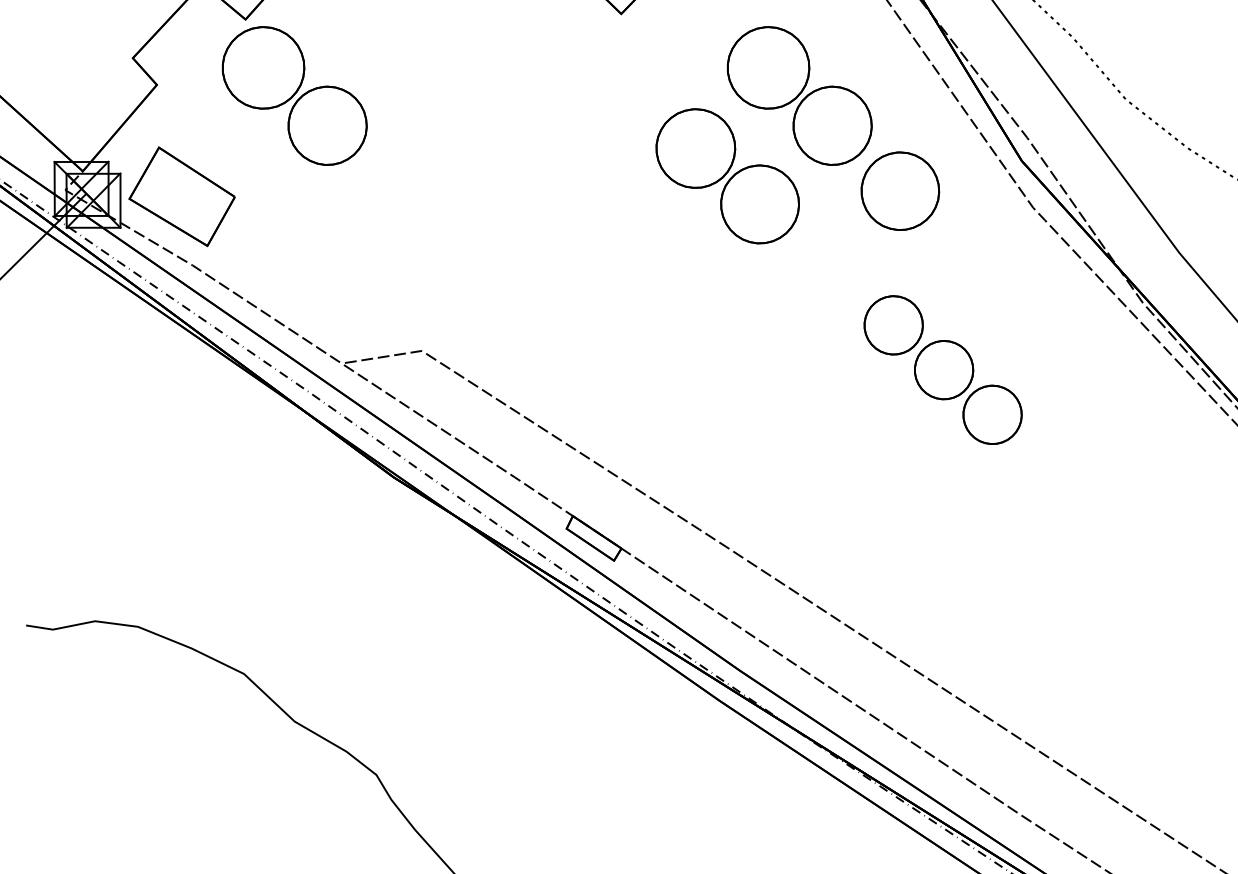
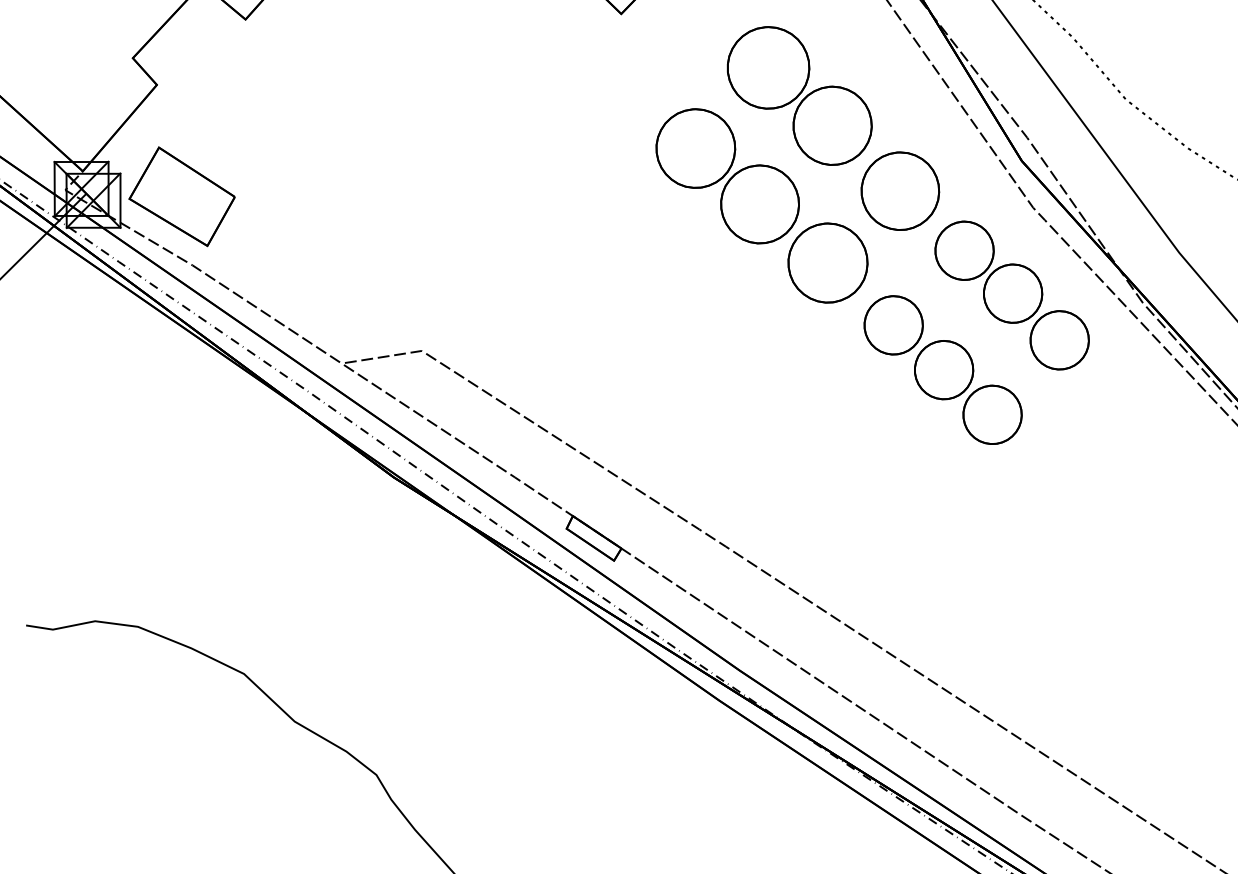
part at (294, 95): present -> none
part at (827, 262): none -> present
part at (1011, 295): none -> present
